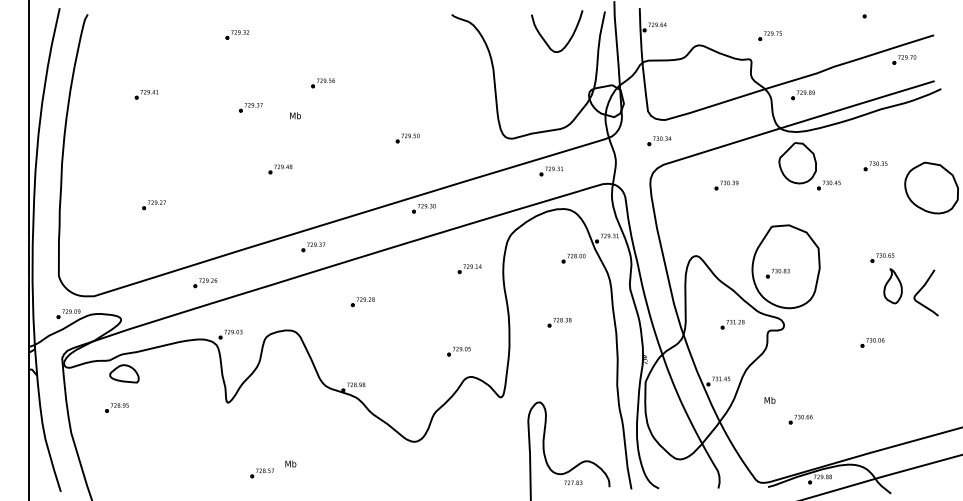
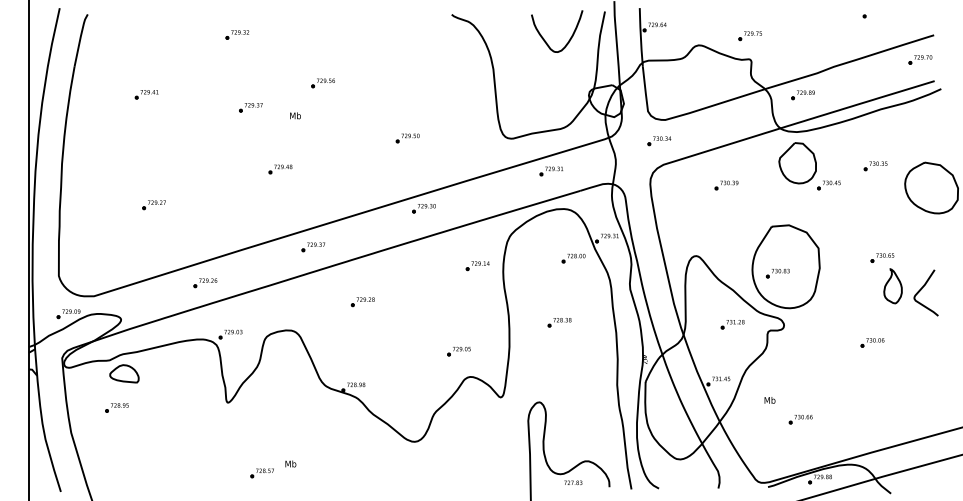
part at (769, 36) position: (769, 36) -> (749, 36)
part at (904, 59) position: (904, 59) -> (920, 59)
part at (469, 269) position: (469, 269) -> (477, 266)
